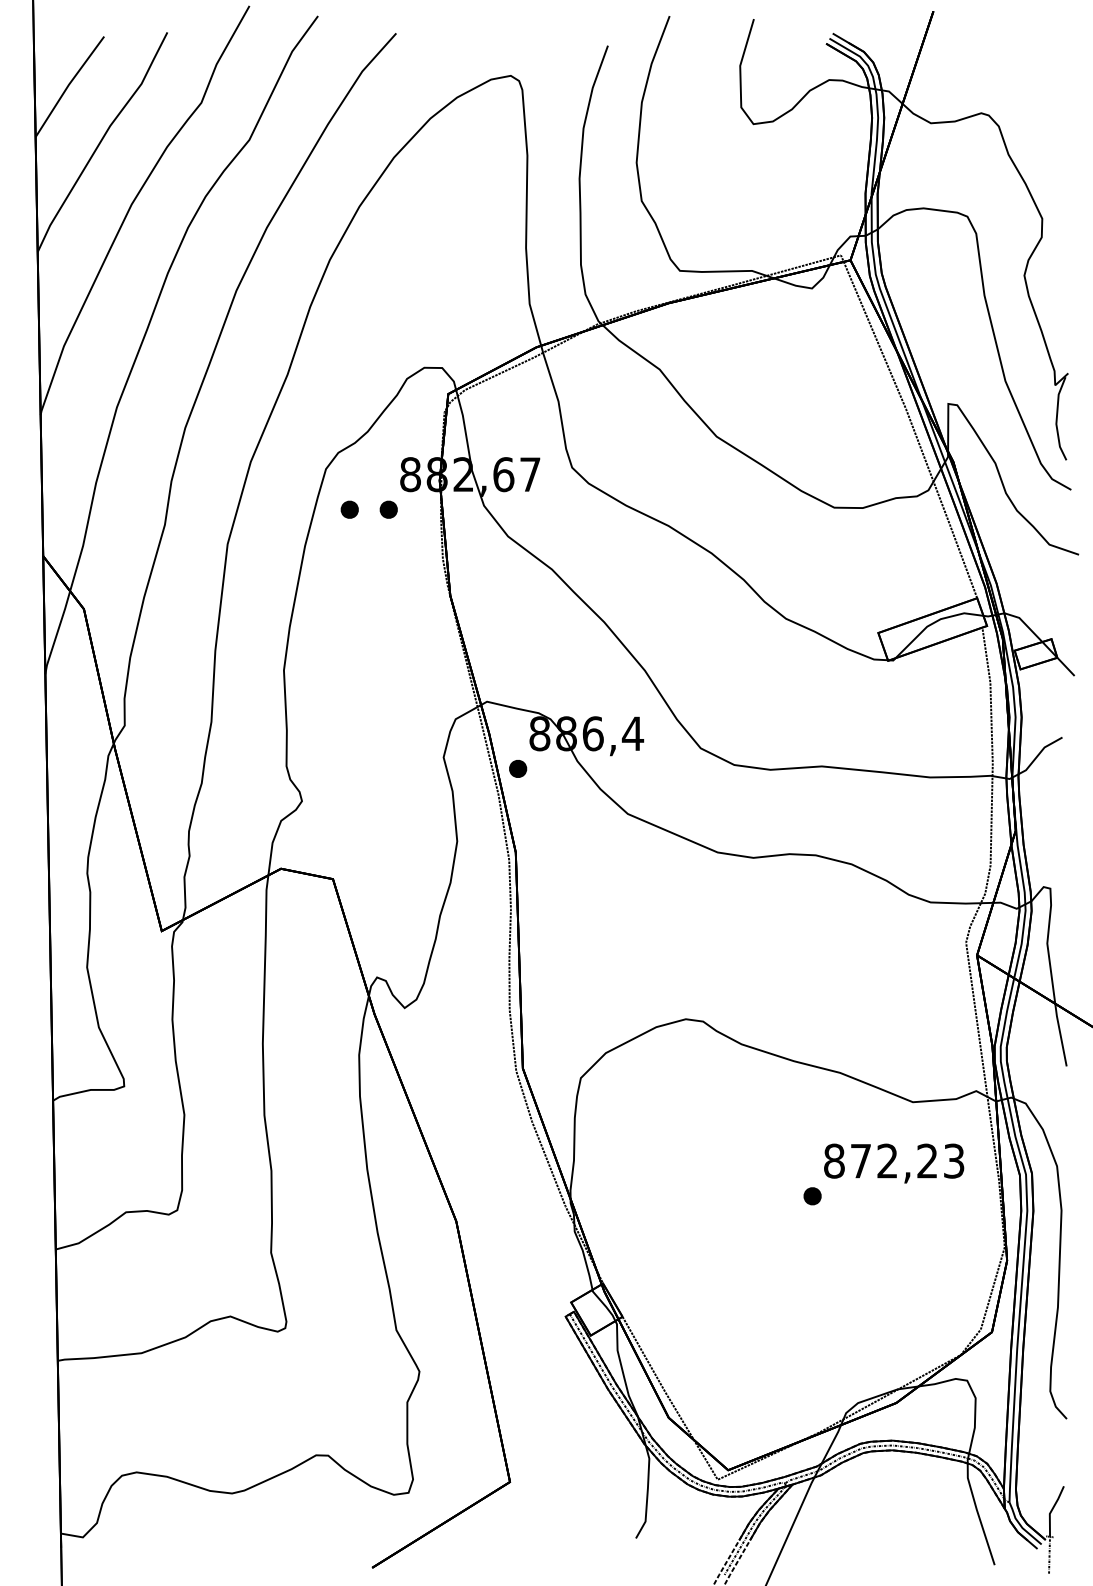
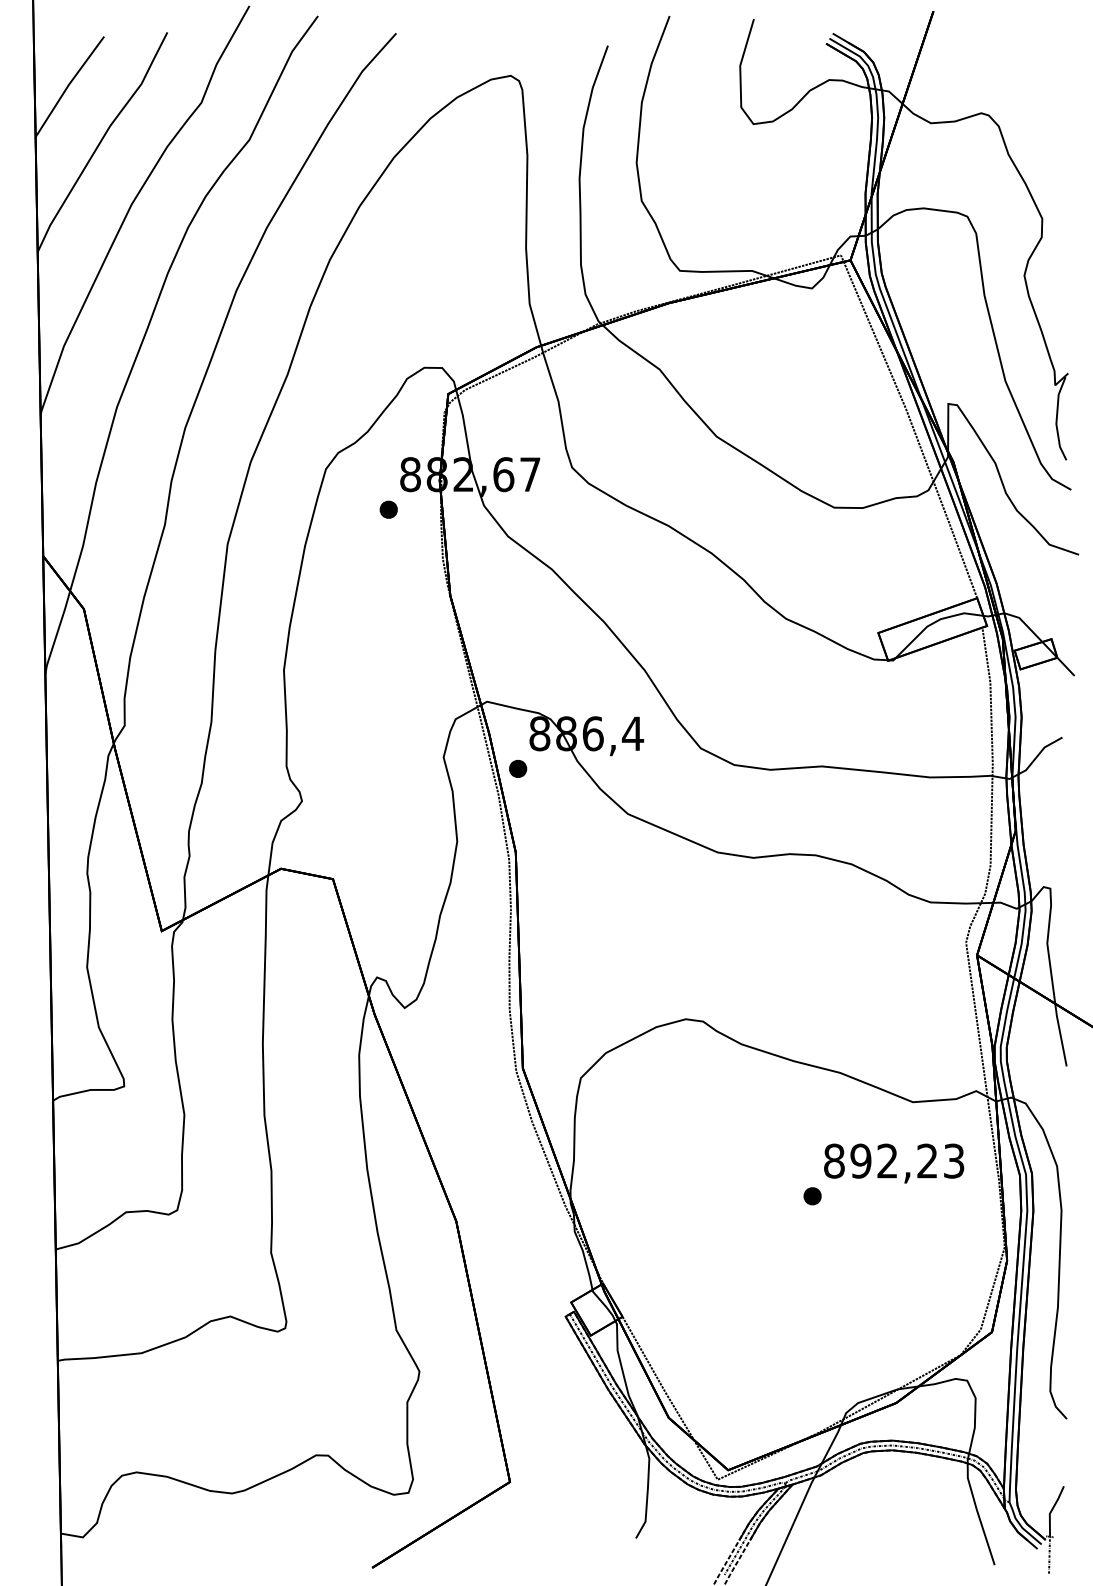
part at (349, 509): present -> none
text at (860, 1160): 872,23 -> 892,23
